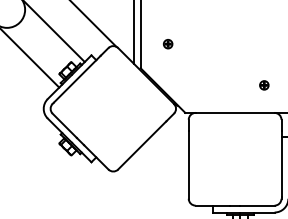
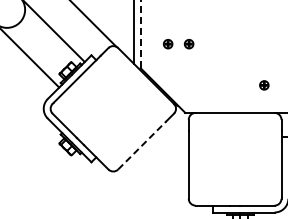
line at (140, 34): solid -> dashed
part at (189, 44): none -> present
line at (142, 145): solid -> dashed
